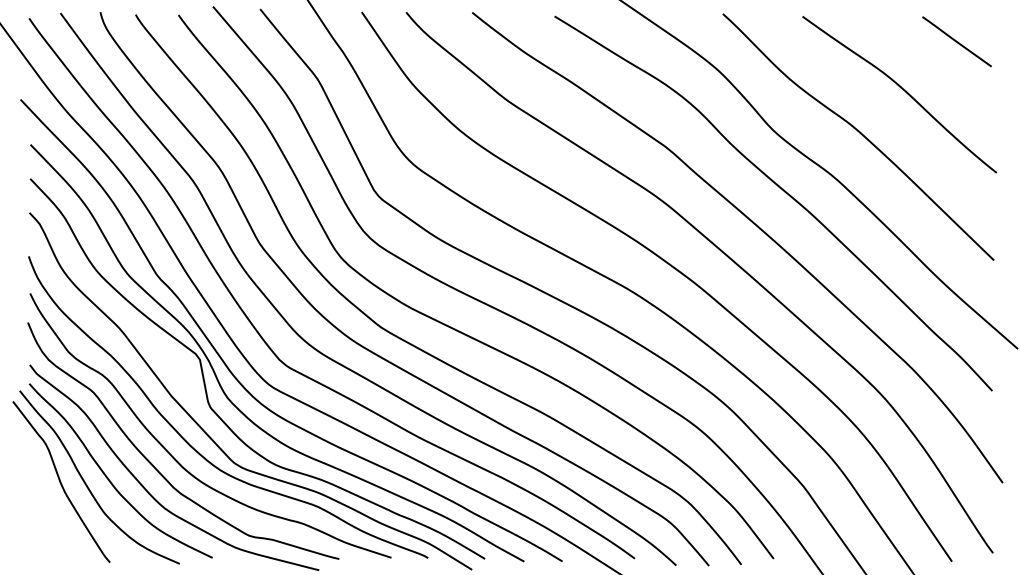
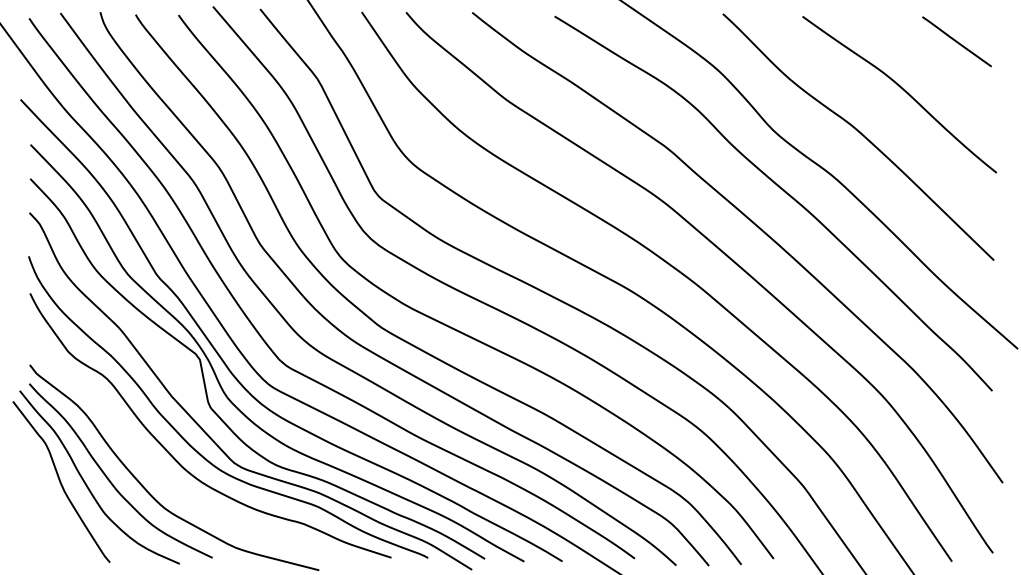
curve at (153, 464): present -> none
